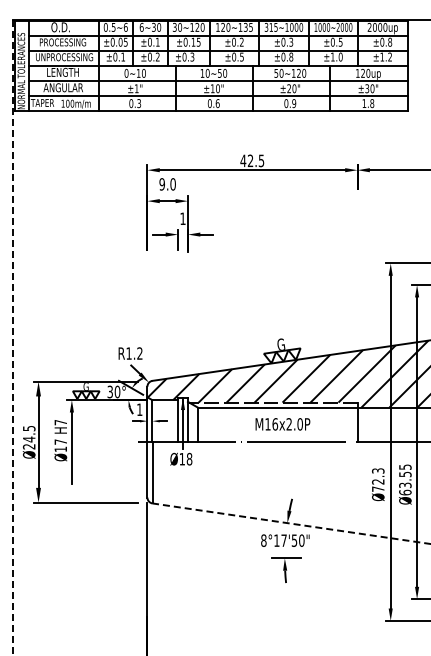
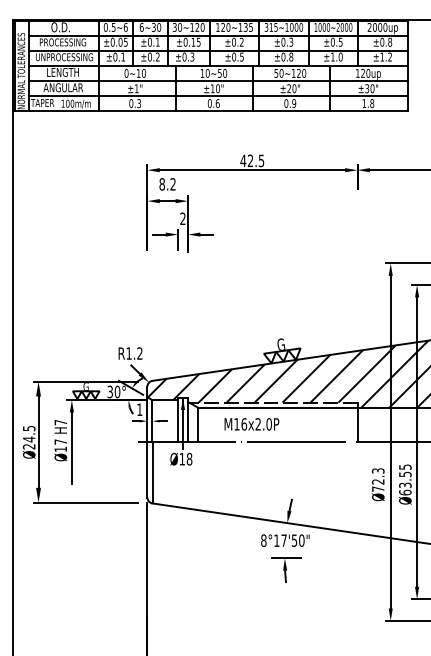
text at (167, 184): 9.0 -> 8.2
text at (182, 218): 1 -> 2
line at (13, 337): dashed -> solid
text at (282, 424) position: (282, 424) -> (251, 424)
line at (290, 523): dashed -> solid
